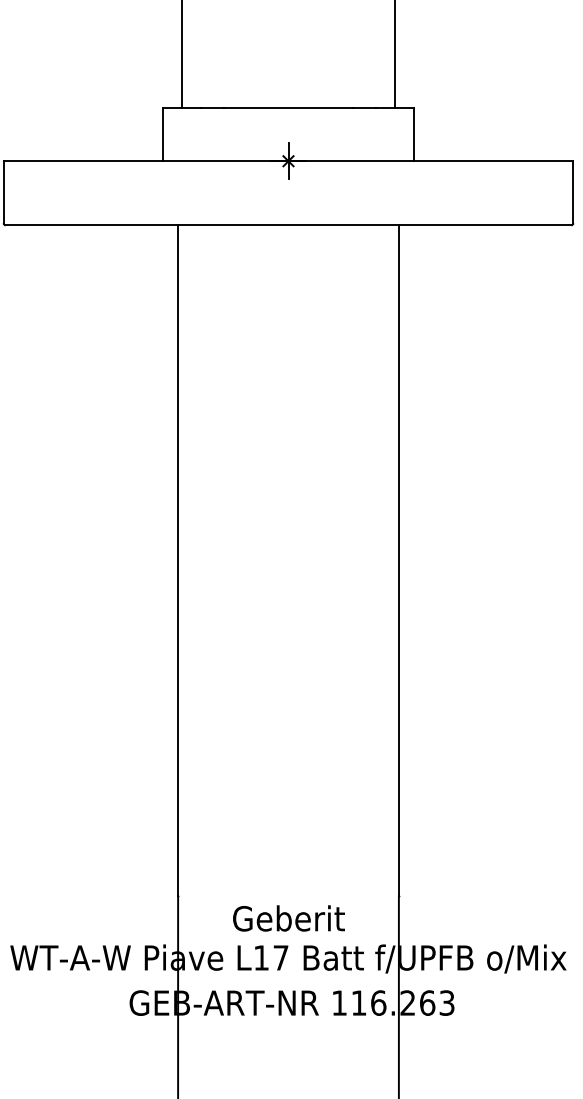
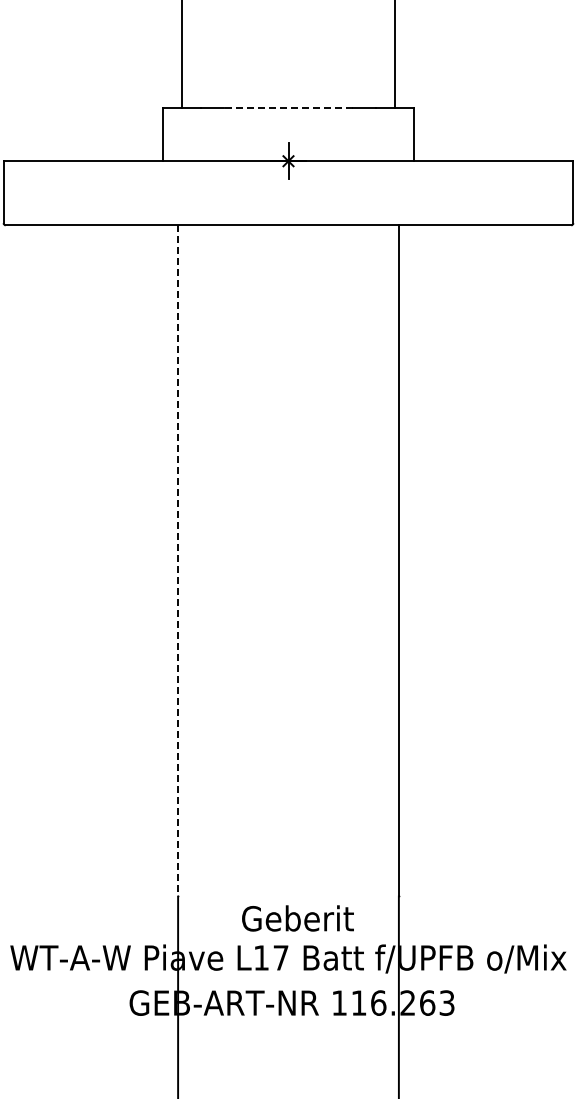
line at (288, 107): solid -> dashed
line at (178, 560): solid -> dashed
text at (288, 918) position: (288, 918) -> (297, 918)
